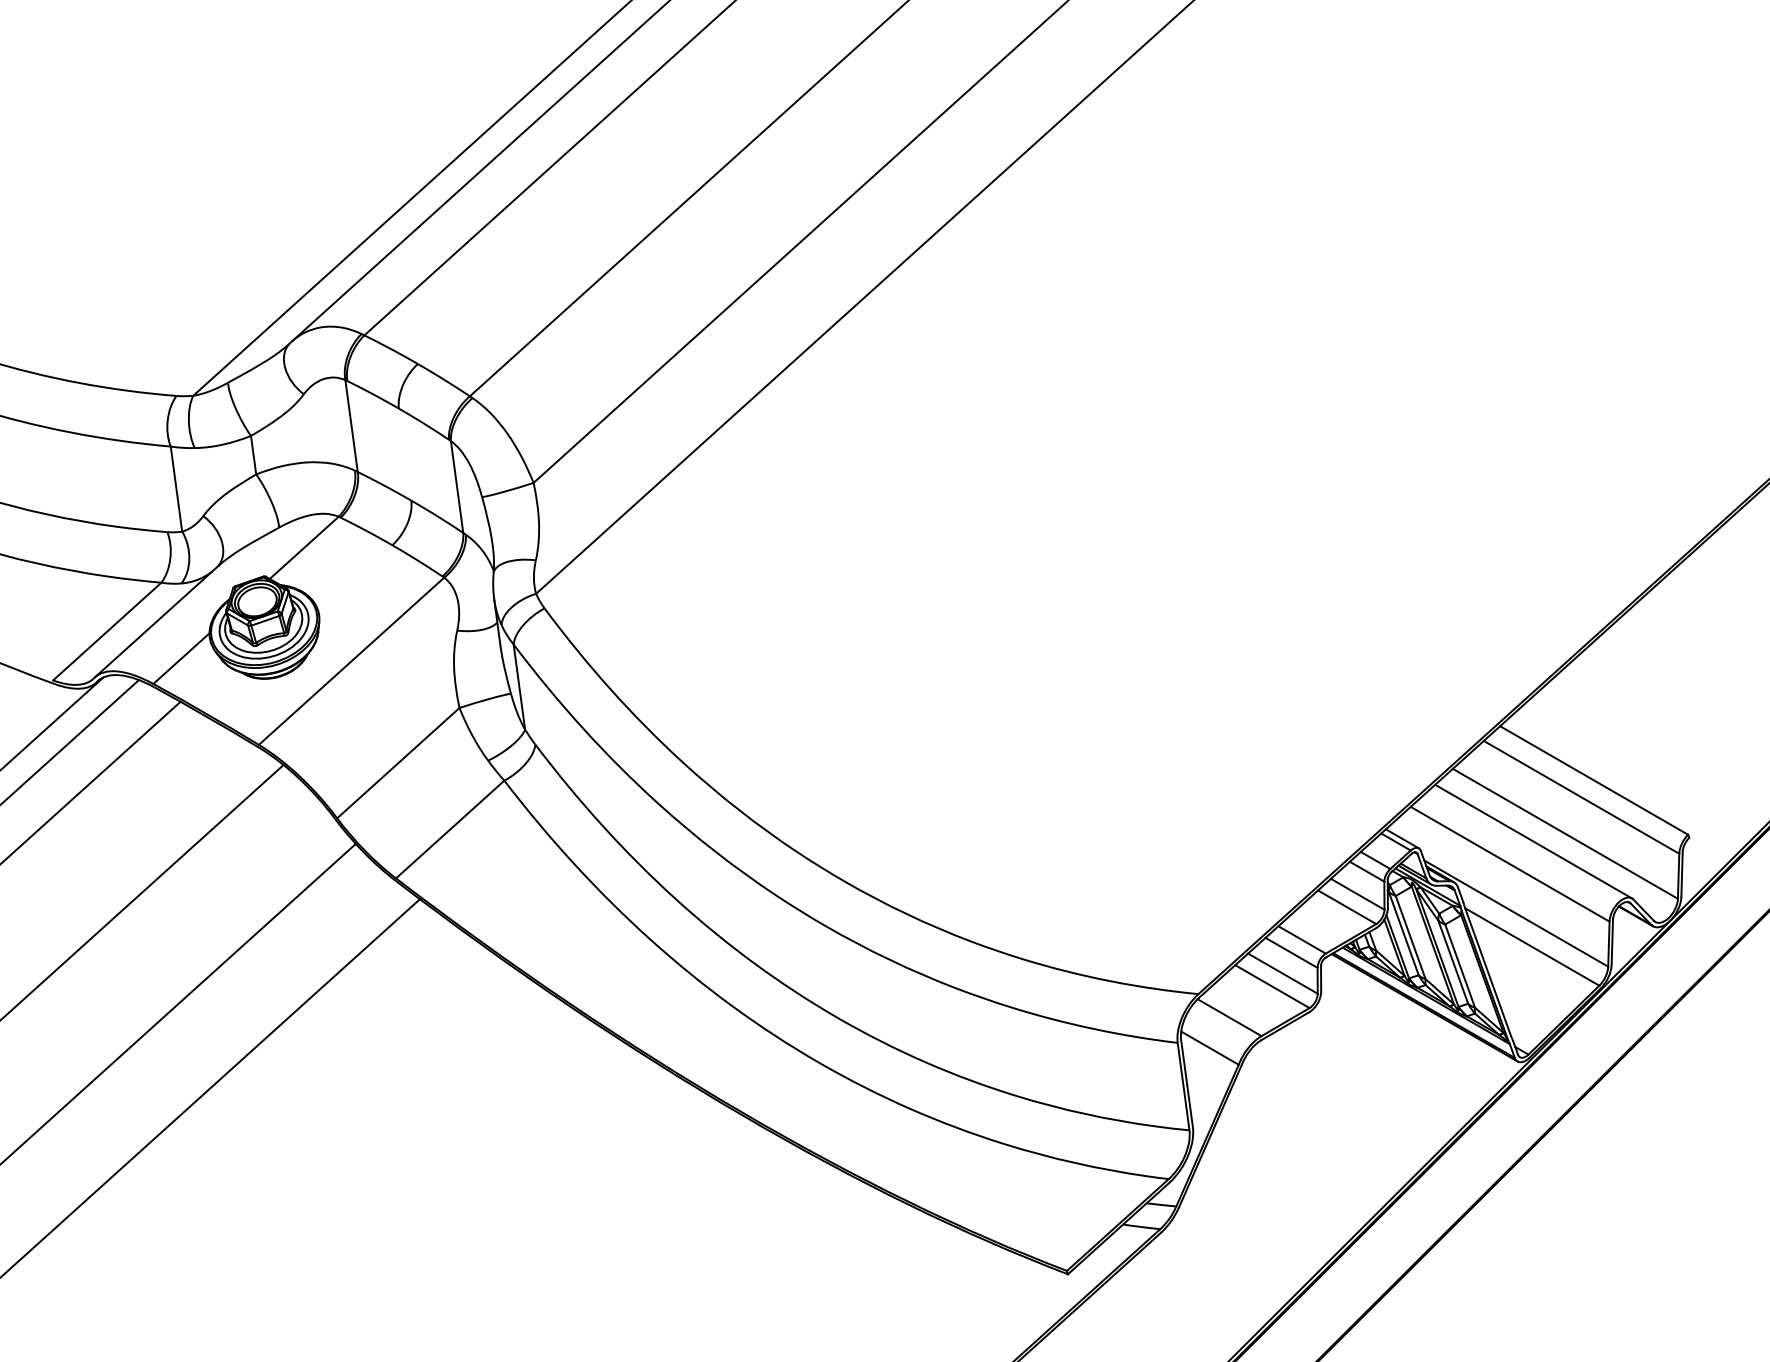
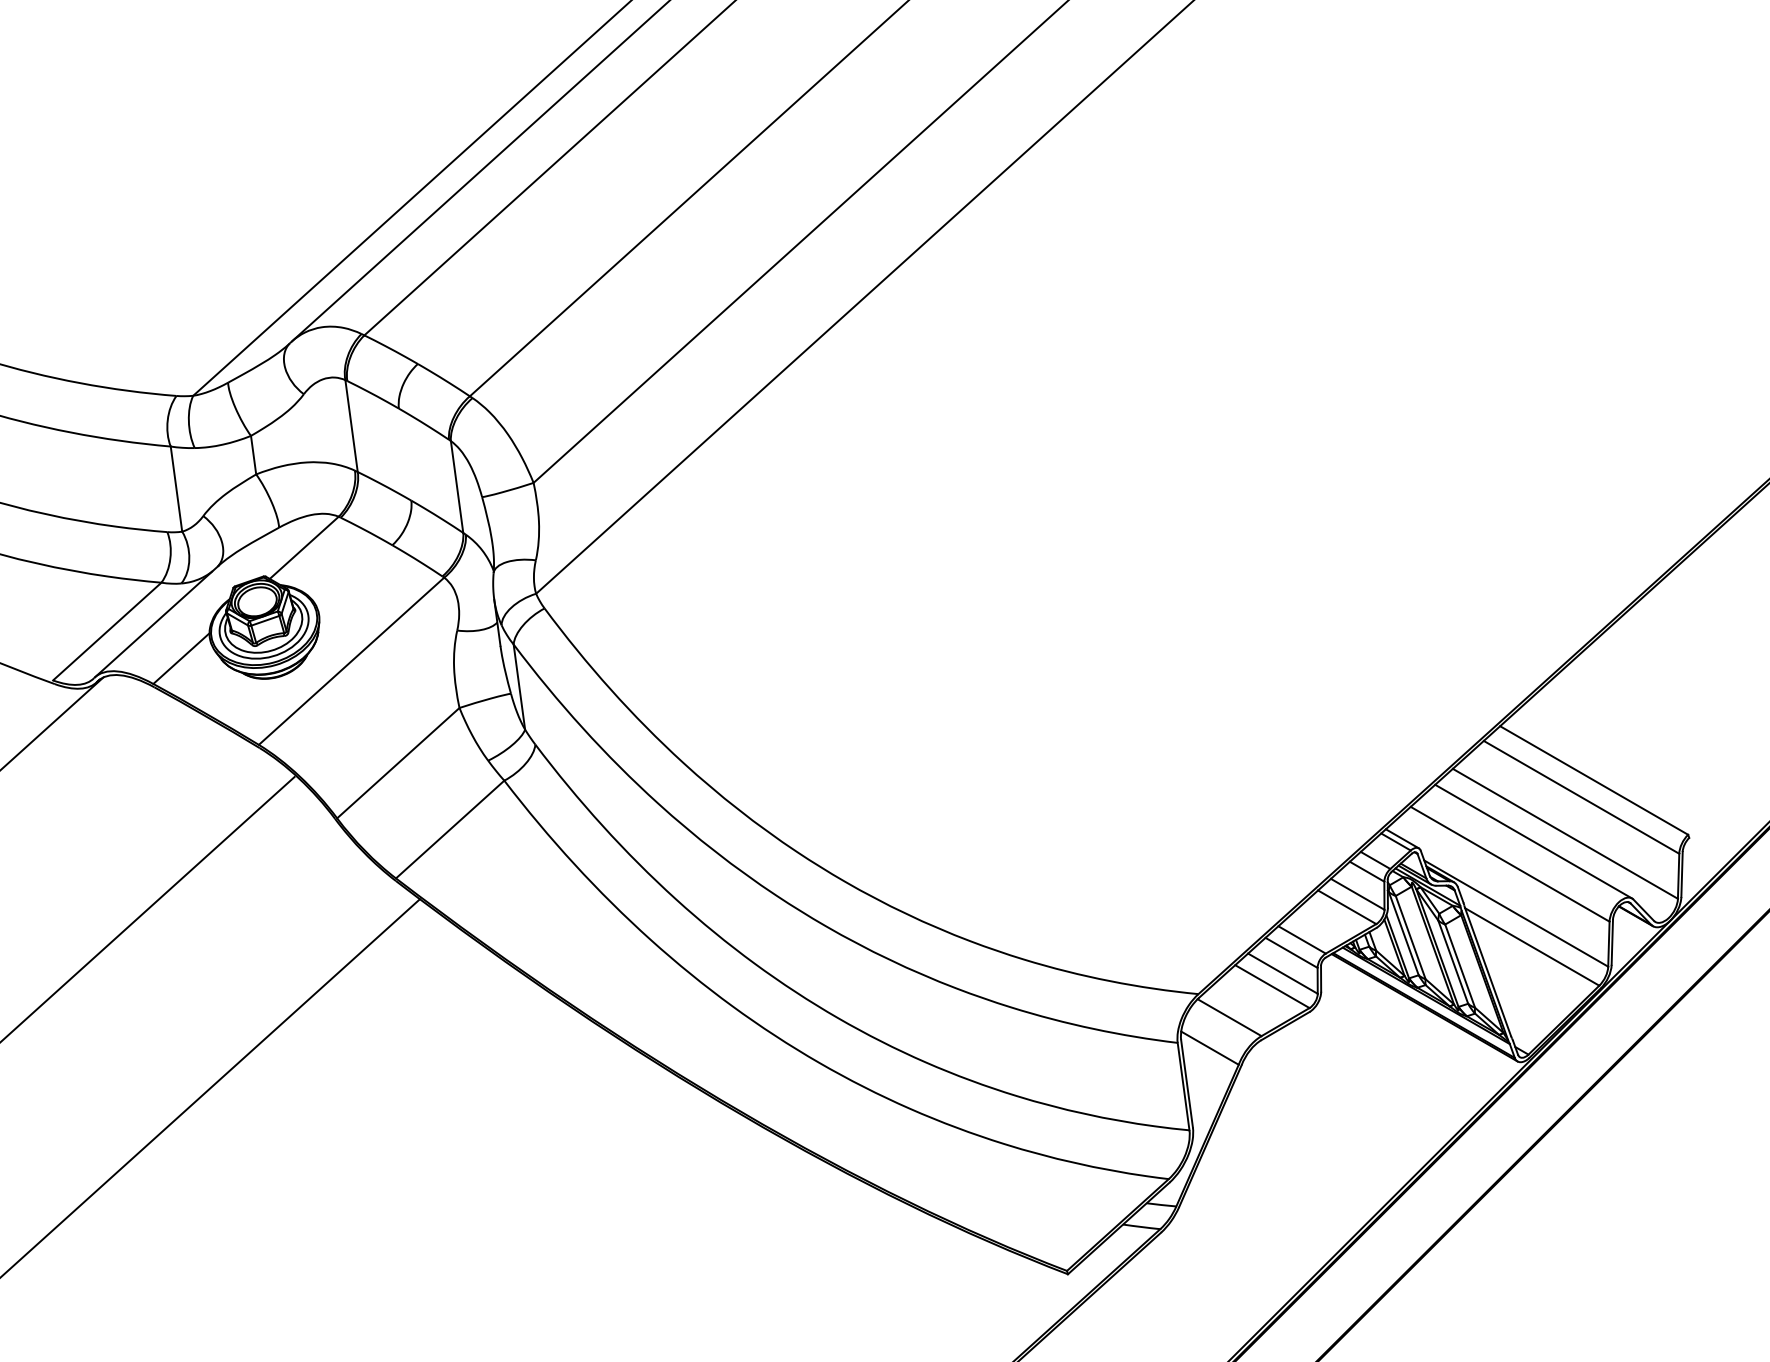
line at (70, 741): present -> none
line at (91, 781): present -> none
line at (142, 891) position: (142, 891) -> (148, 908)
line at (178, 1002): present -> none
